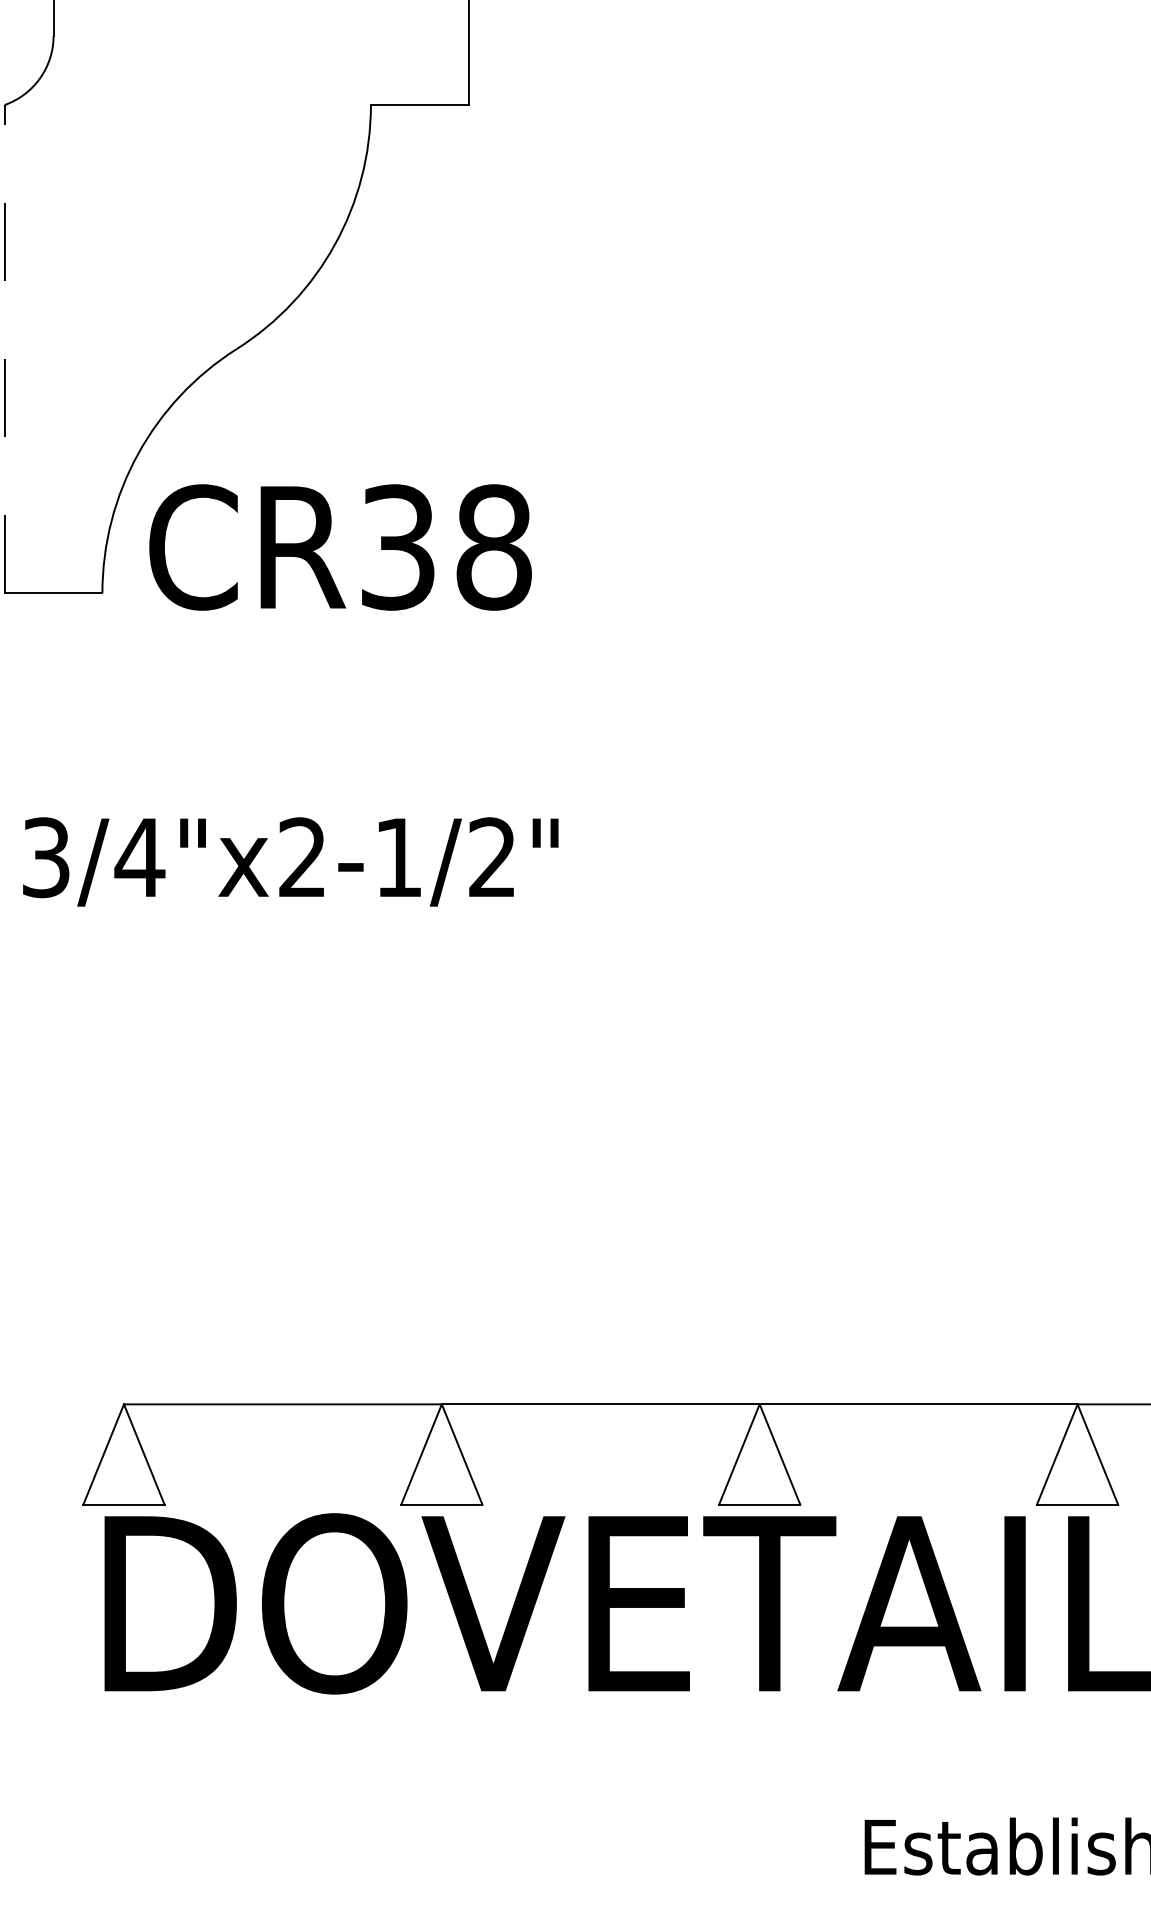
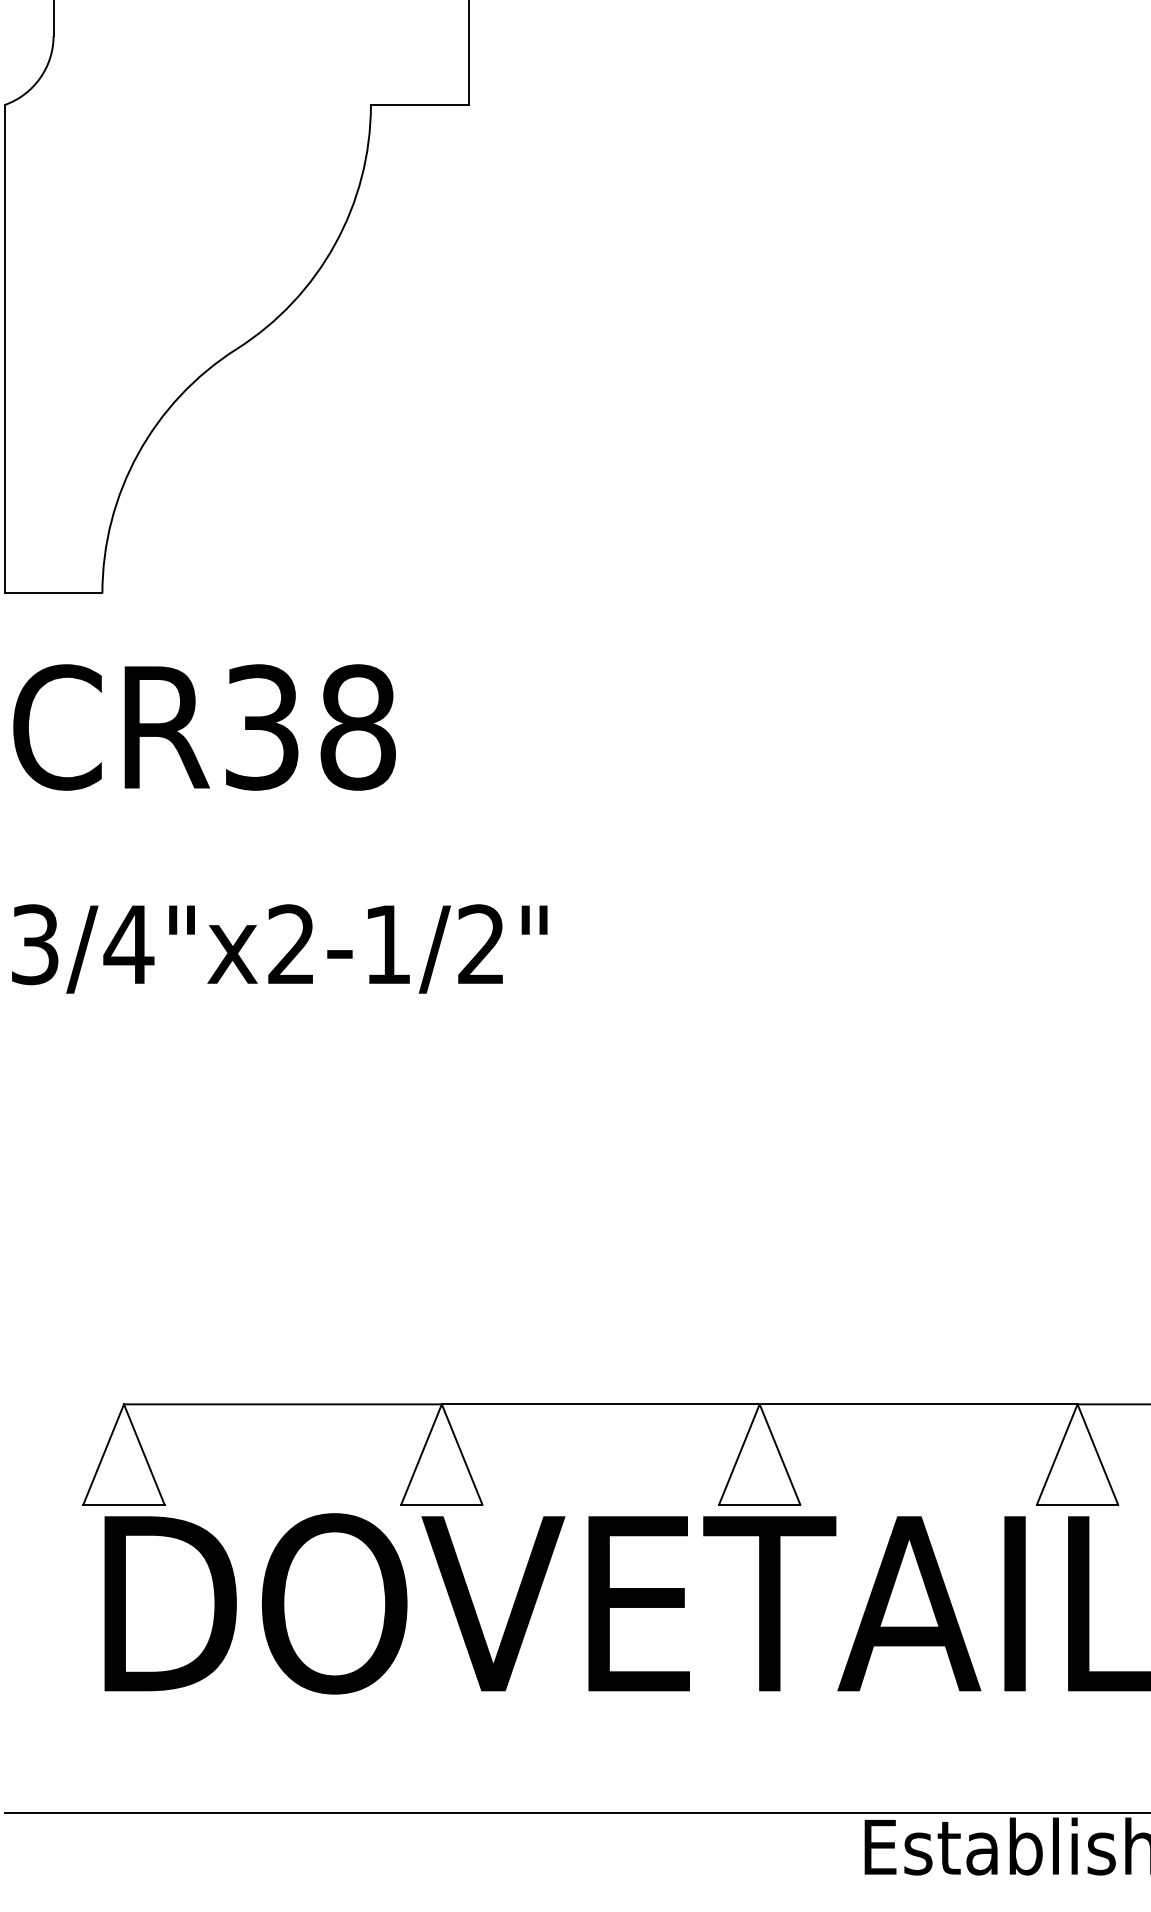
line at (4, 348): dashed -> solid
text at (340, 547) position: (340, 547) -> (204, 727)
text at (290, 861) position: (290, 861) -> (279, 948)
line at (575, 1813): none -> present
